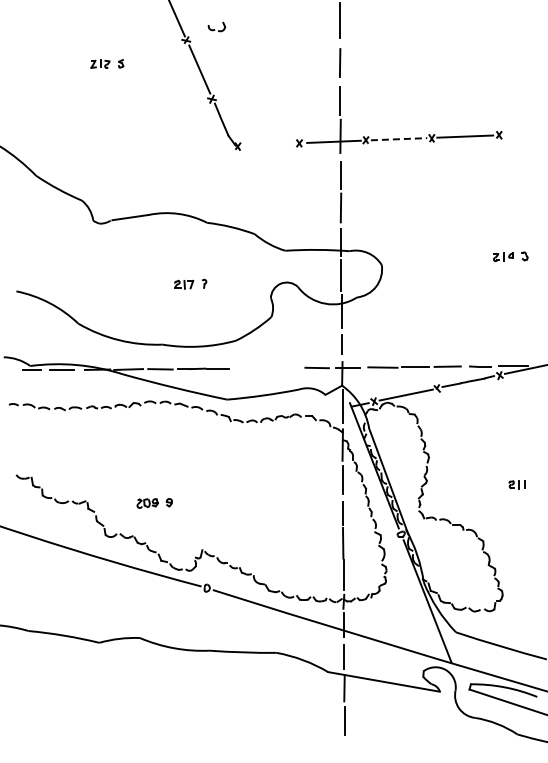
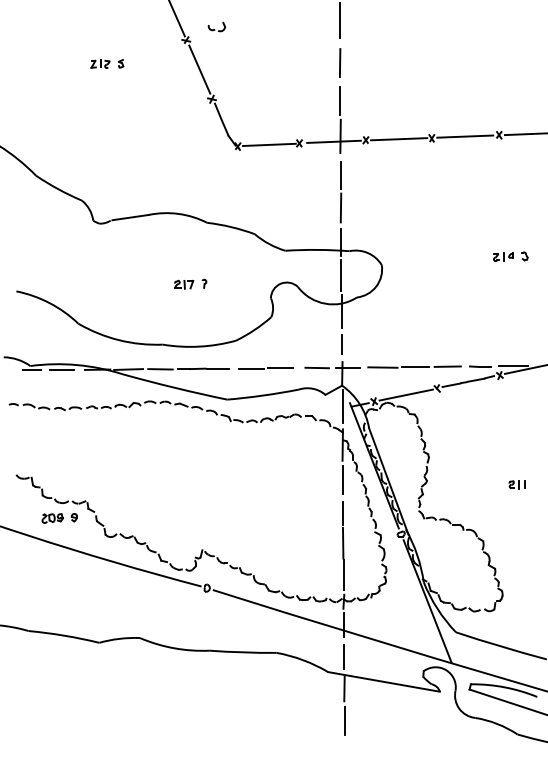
line at (524, 134): none -> present
line at (399, 139): dashed -> solid
line at (269, 144): none -> present
line at (264, 368): none -> present
part at (154, 503) position: (154, 503) -> (59, 518)
